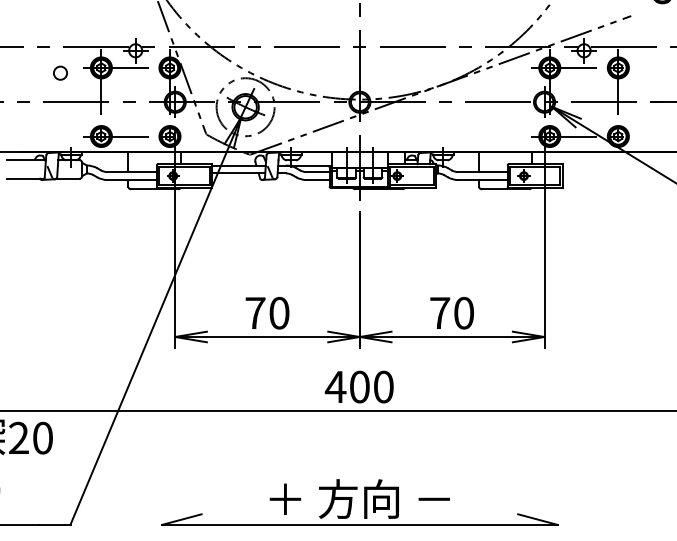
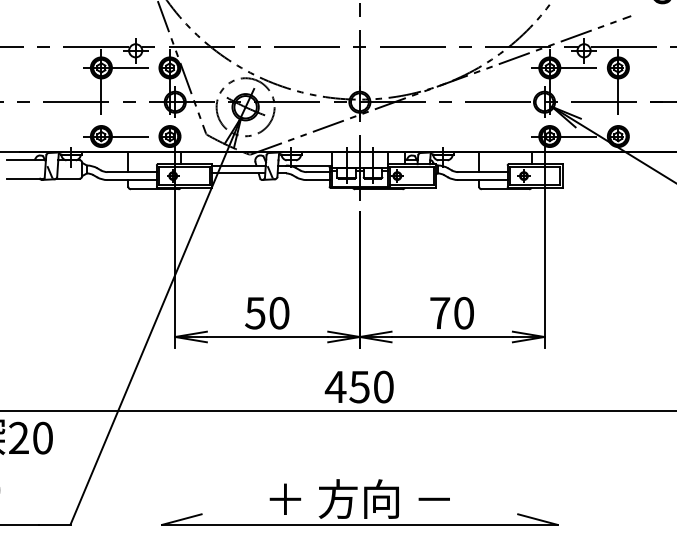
circle at (60, 72): present -> none
text at (255, 313): 70 -> 50
text at (359, 386): 400 -> 450
